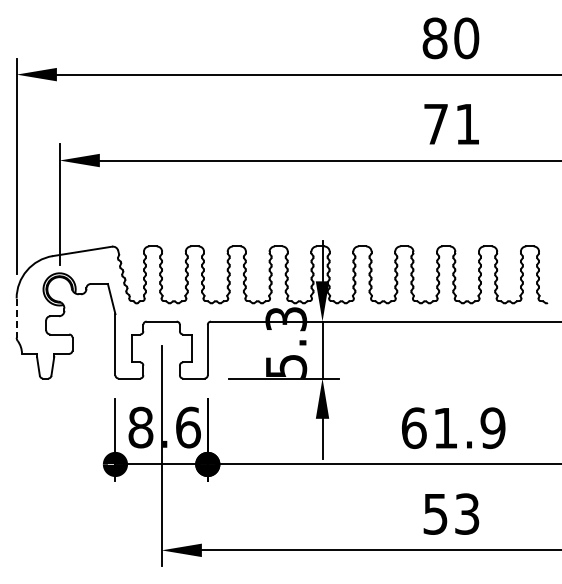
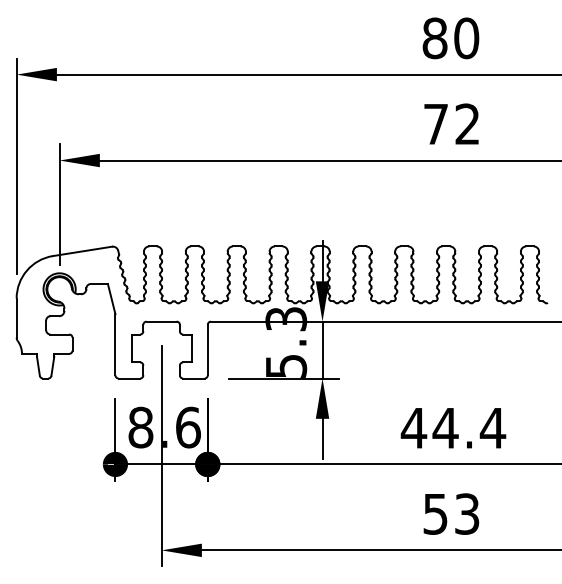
text at (466, 123): 71 -> 72
line at (16, 318): dashed -> solid
text at (453, 428): 61.9 -> 44.4
